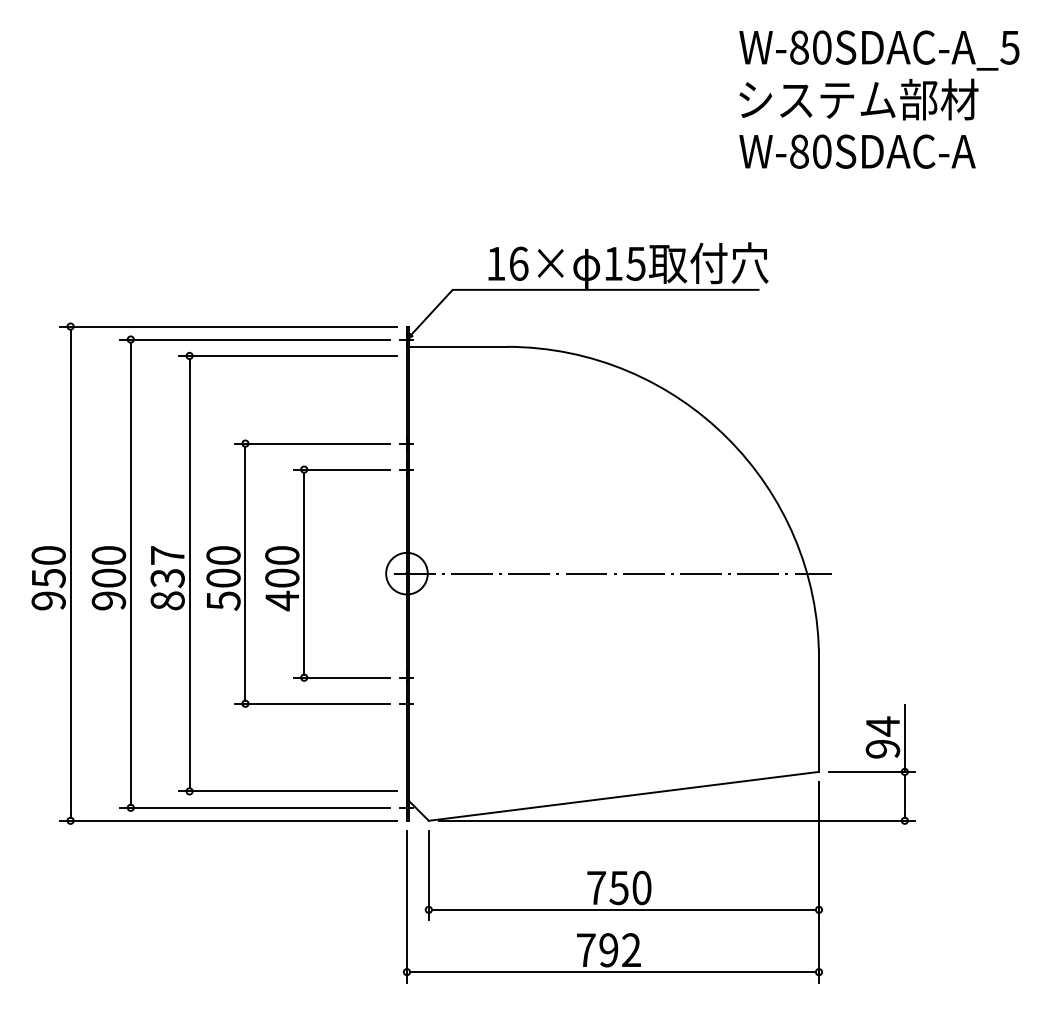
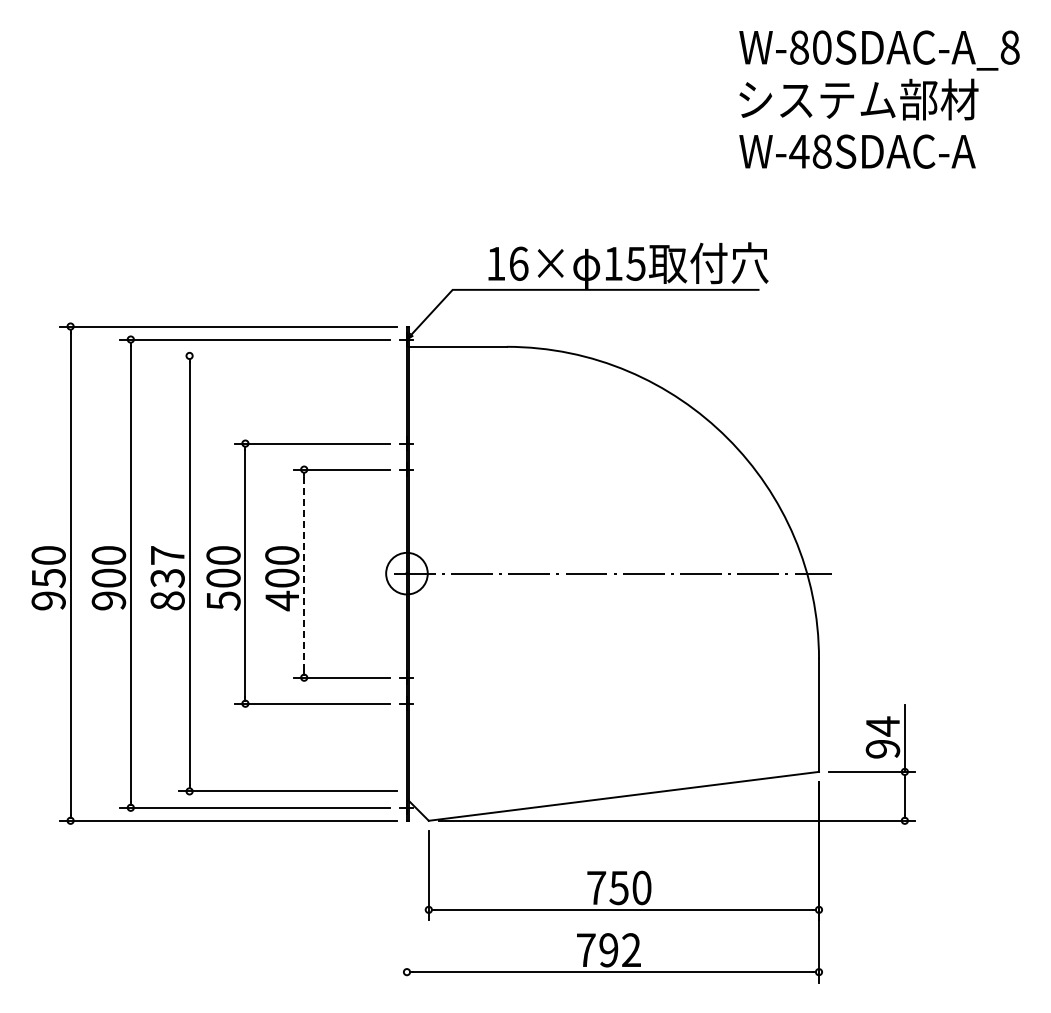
text at (1009, 47): W-80SDAC-A_5 -> W-80SDAC-A_8
text at (810, 151): W-80SDAC-A -> W-48SDAC-A
line at (287, 355): present -> none
line at (304, 573): solid -> dashed
line at (406, 906): present -> none
